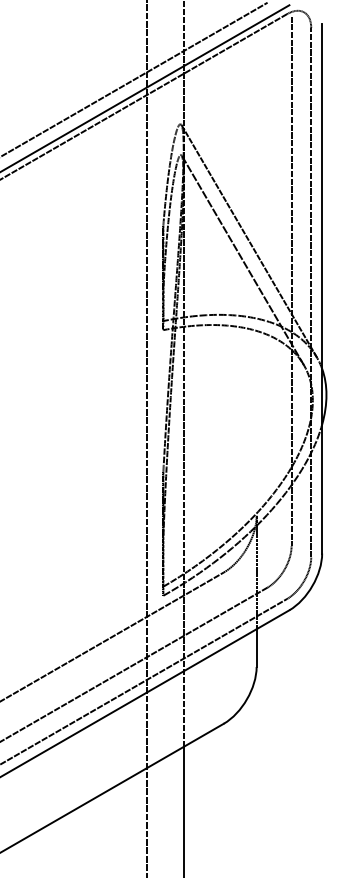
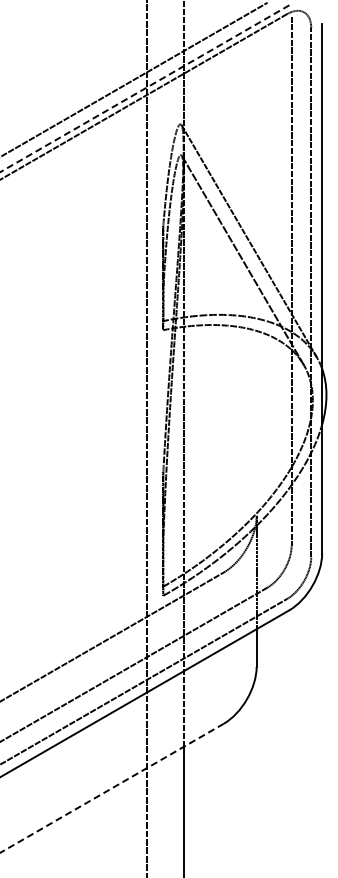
line at (144, 88): solid -> dashed
line at (112, 788): solid -> dashed
